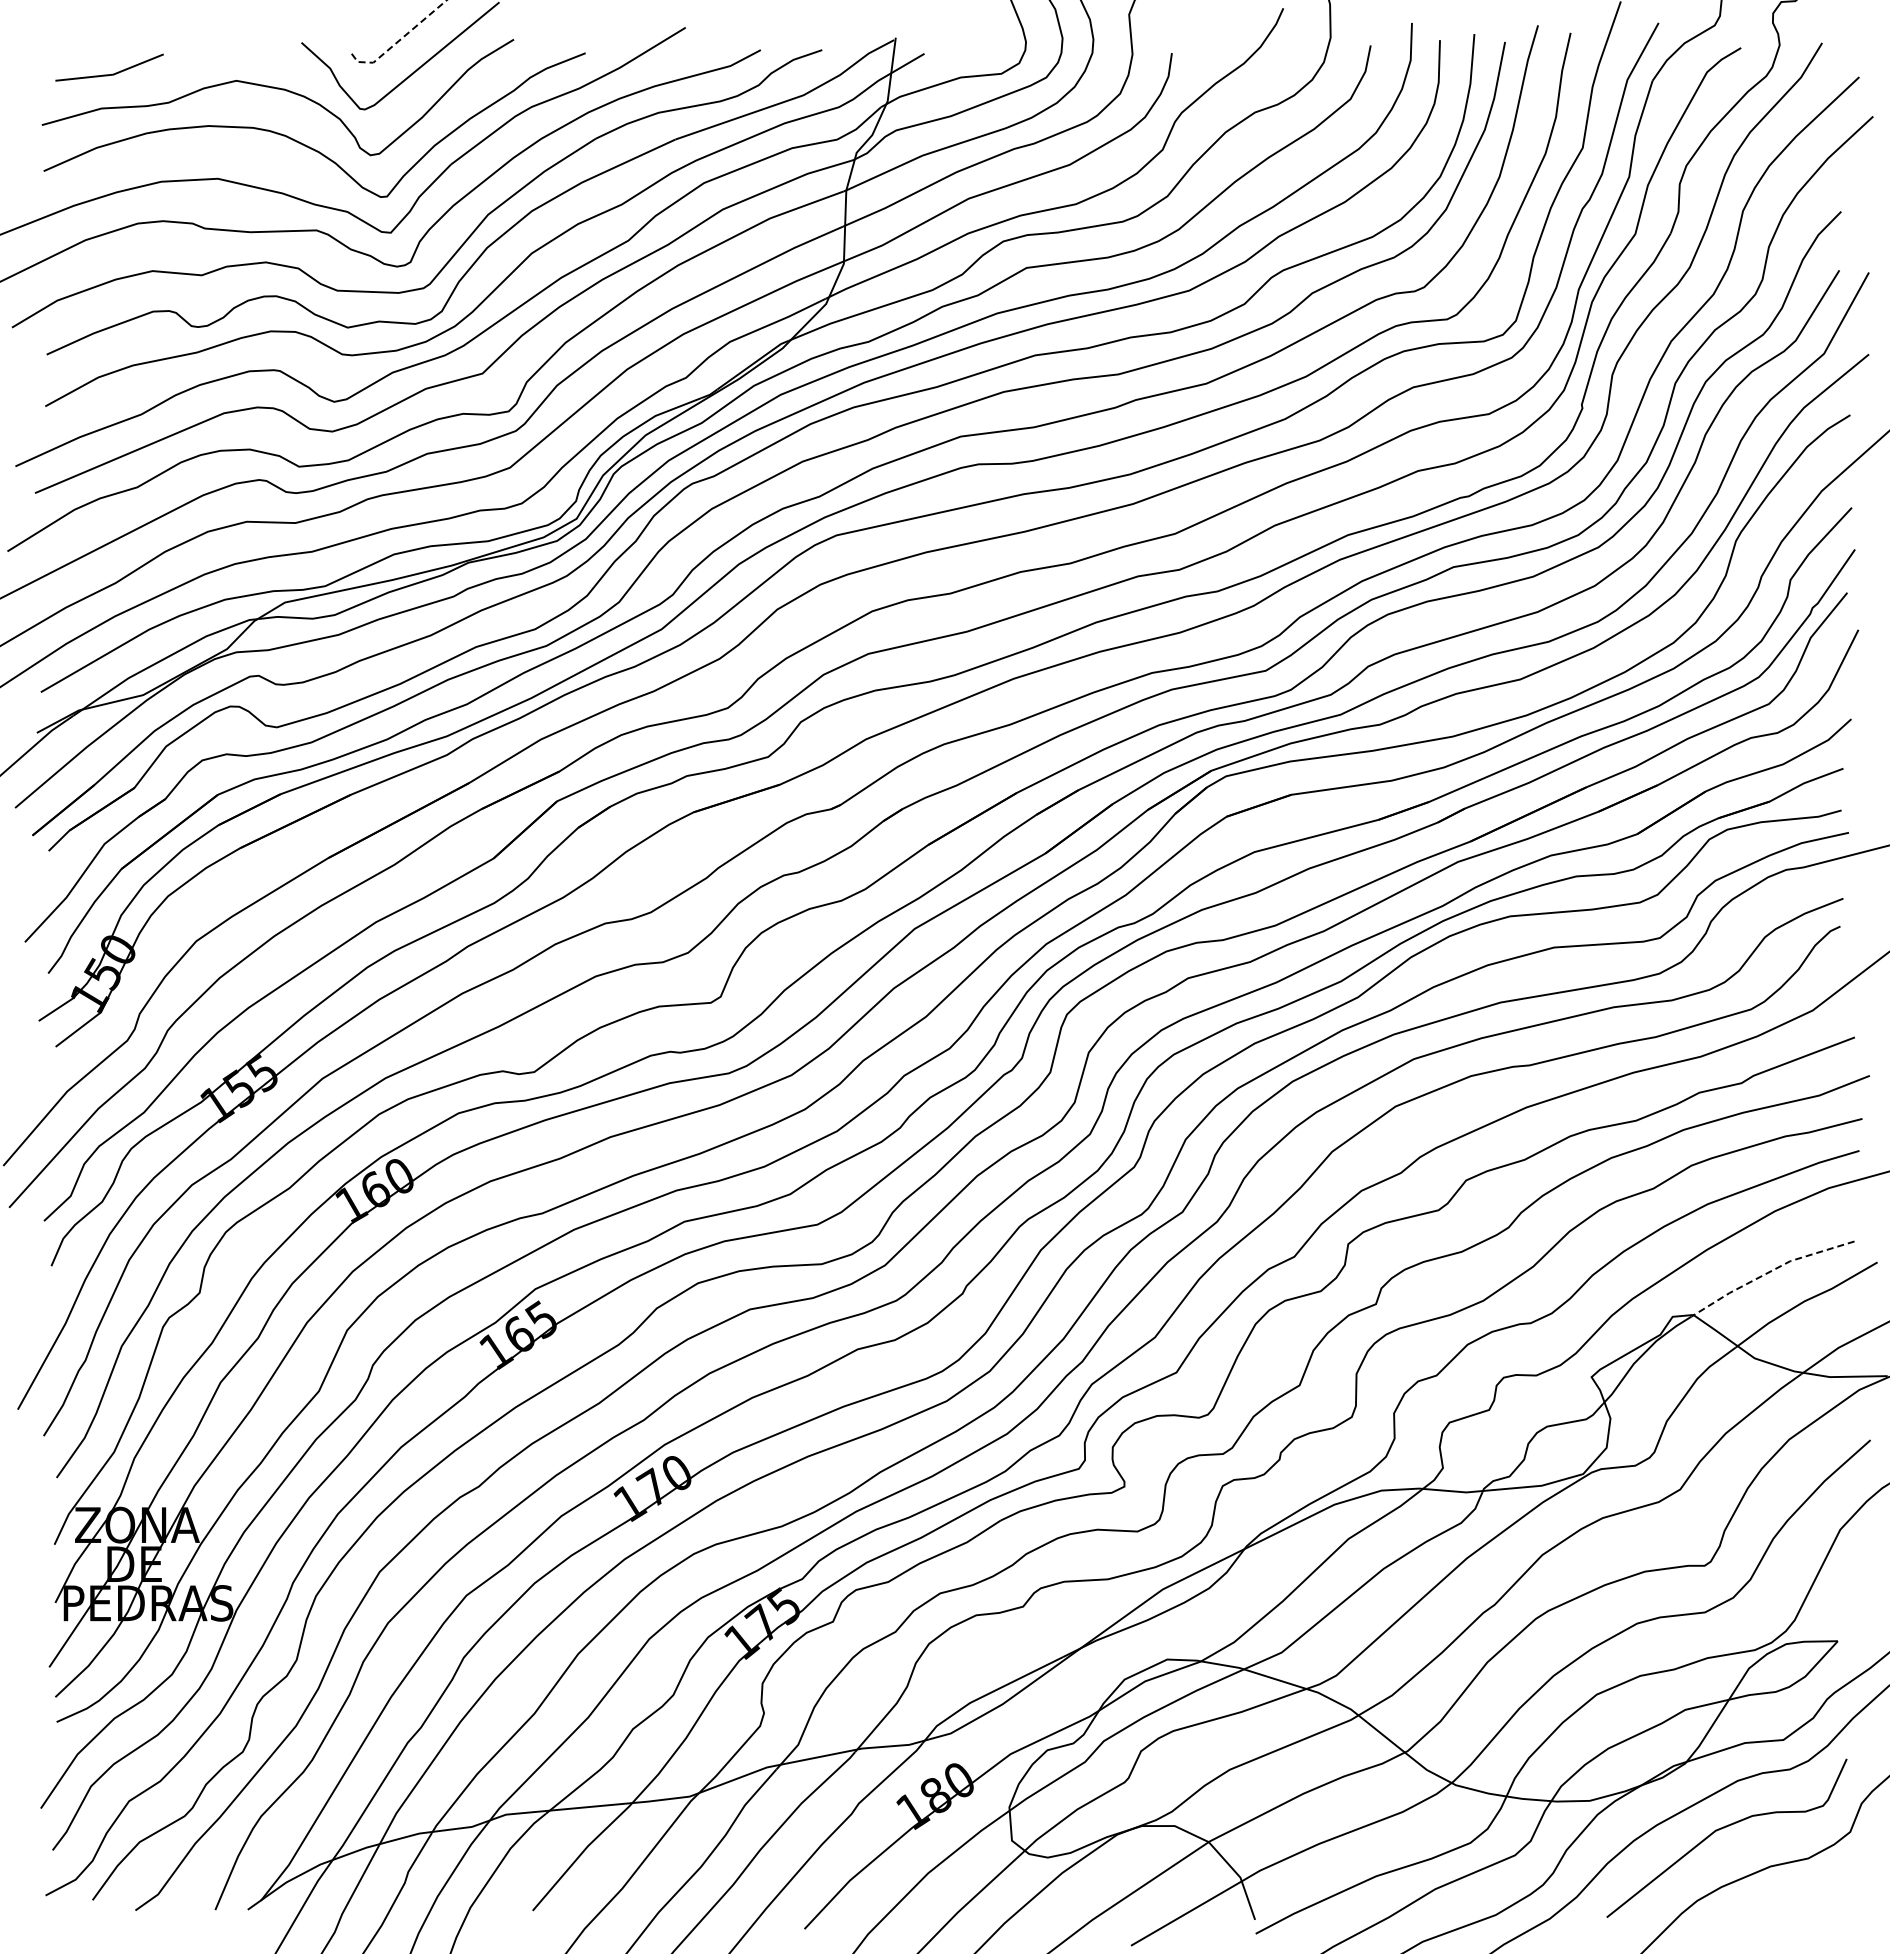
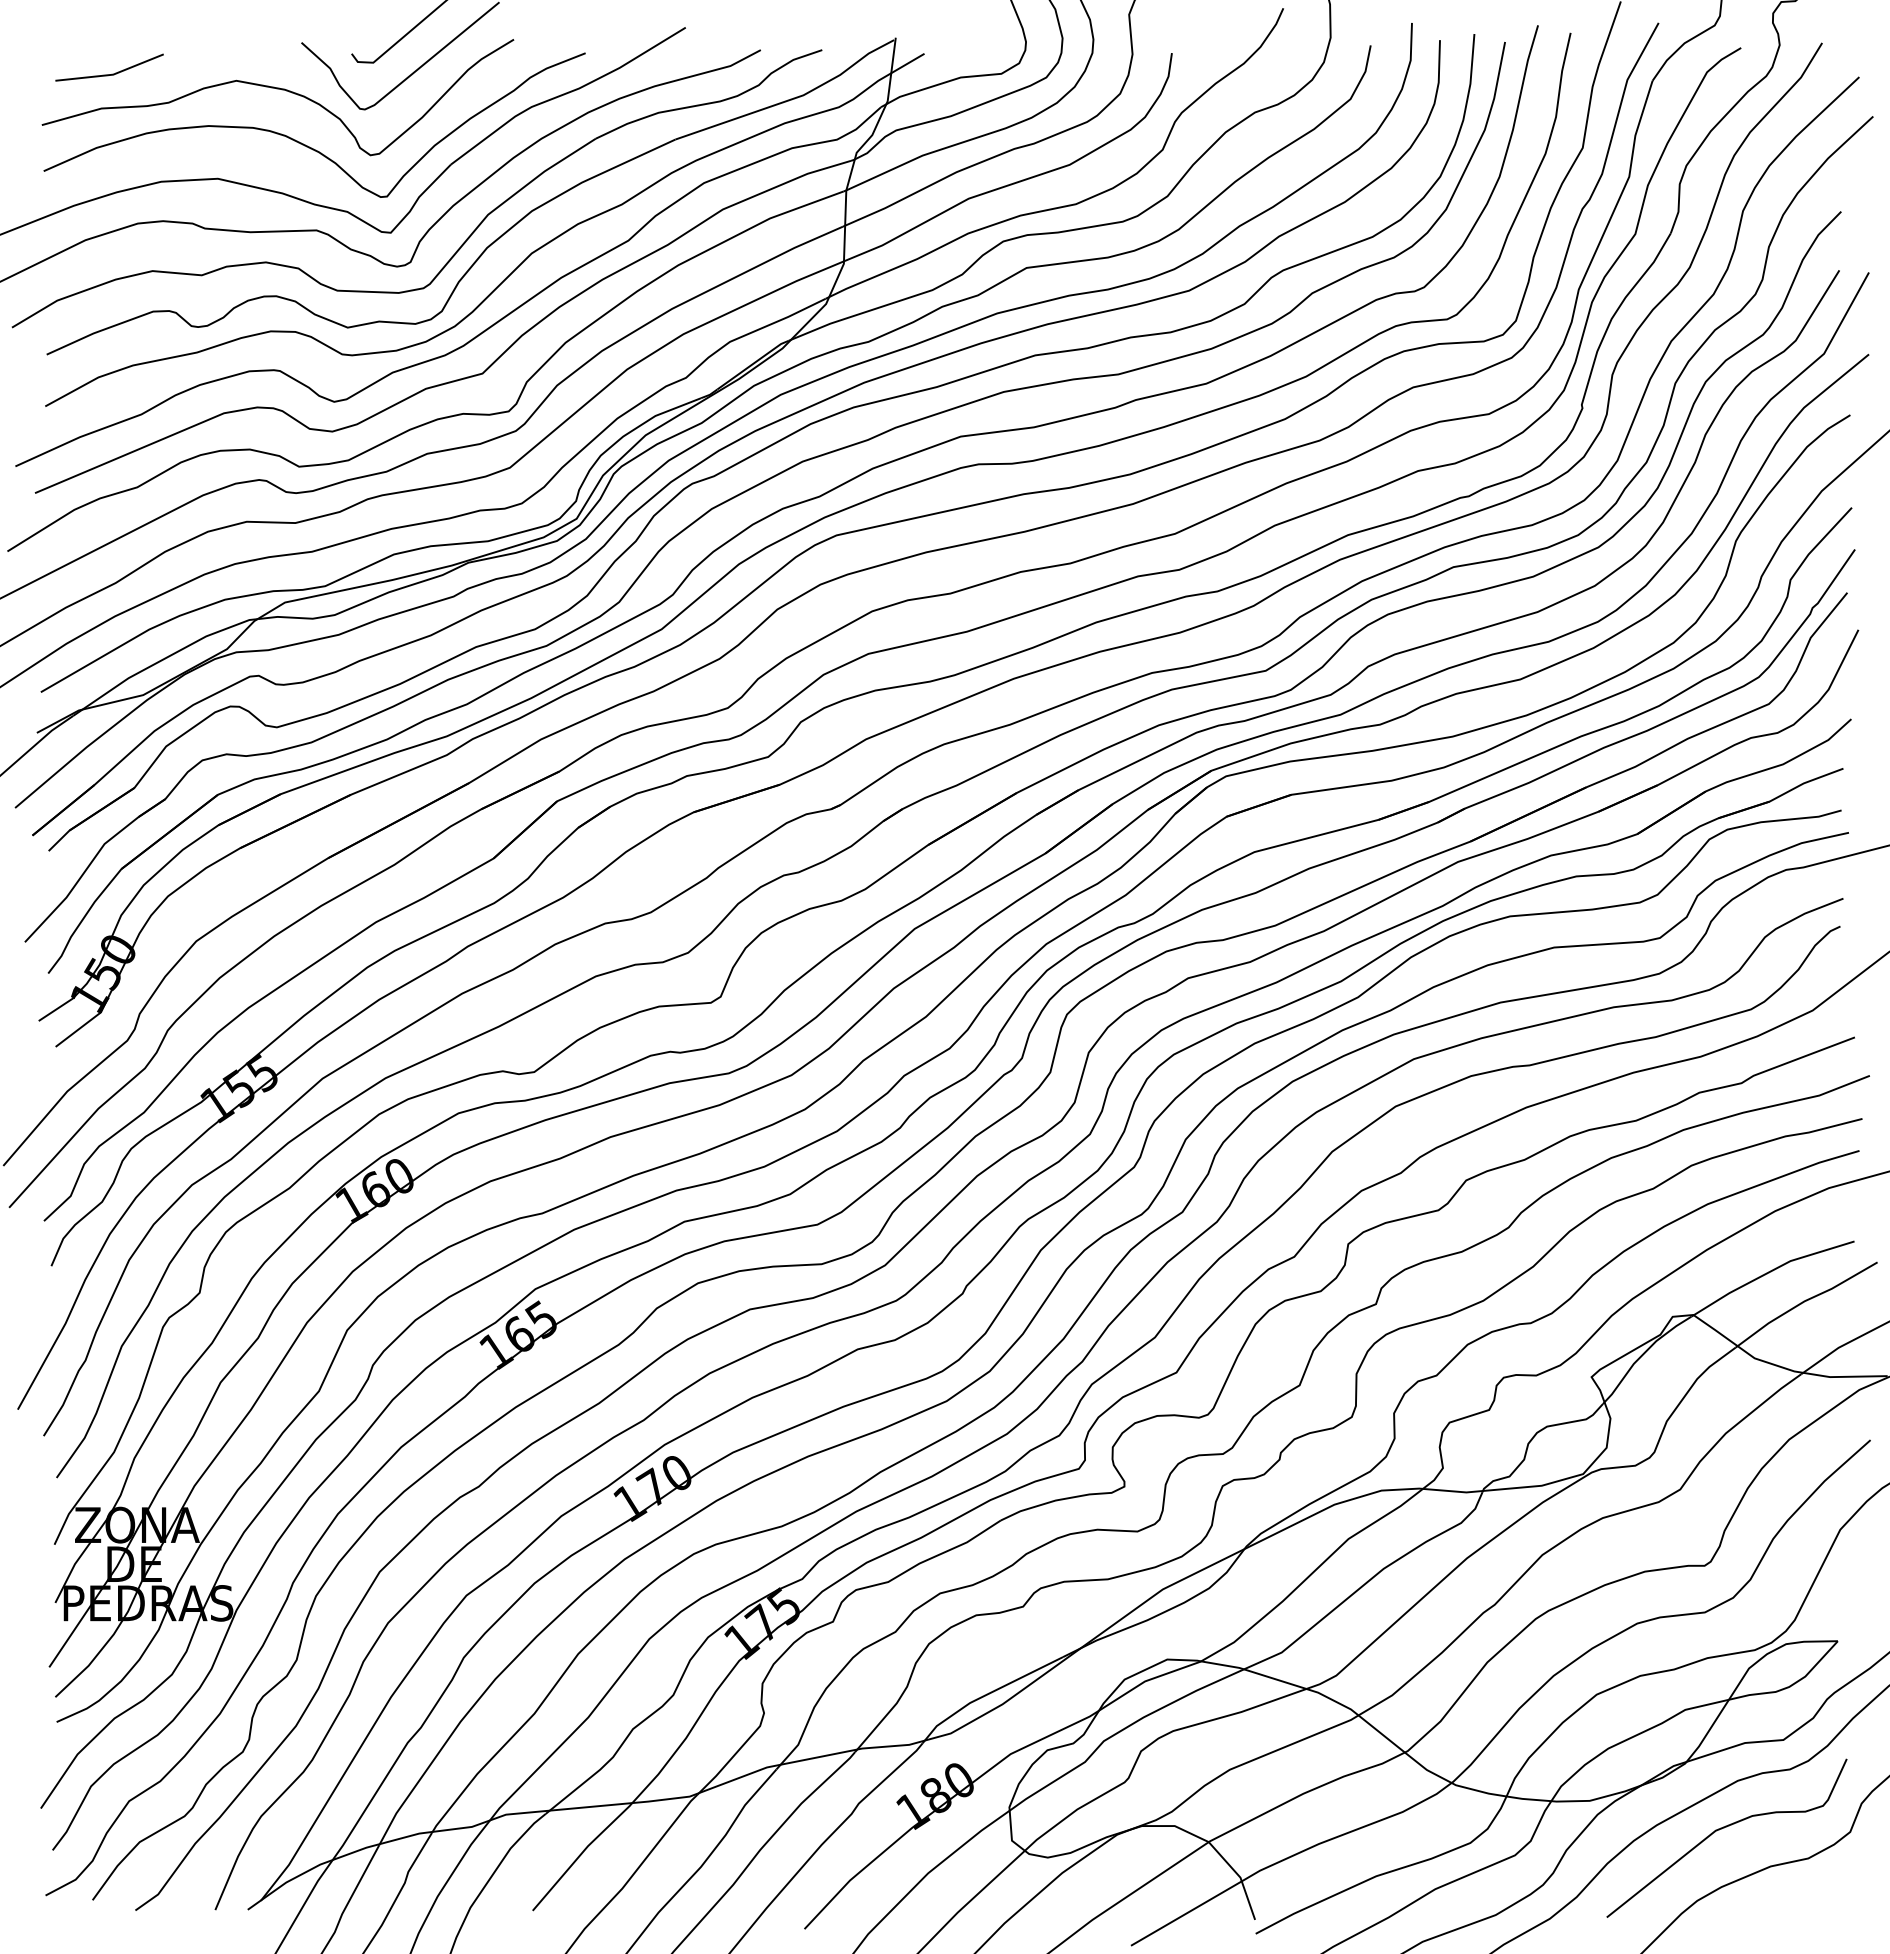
line at (399, 40): dashed -> solid
line at (1769, 1272): dashed -> solid
